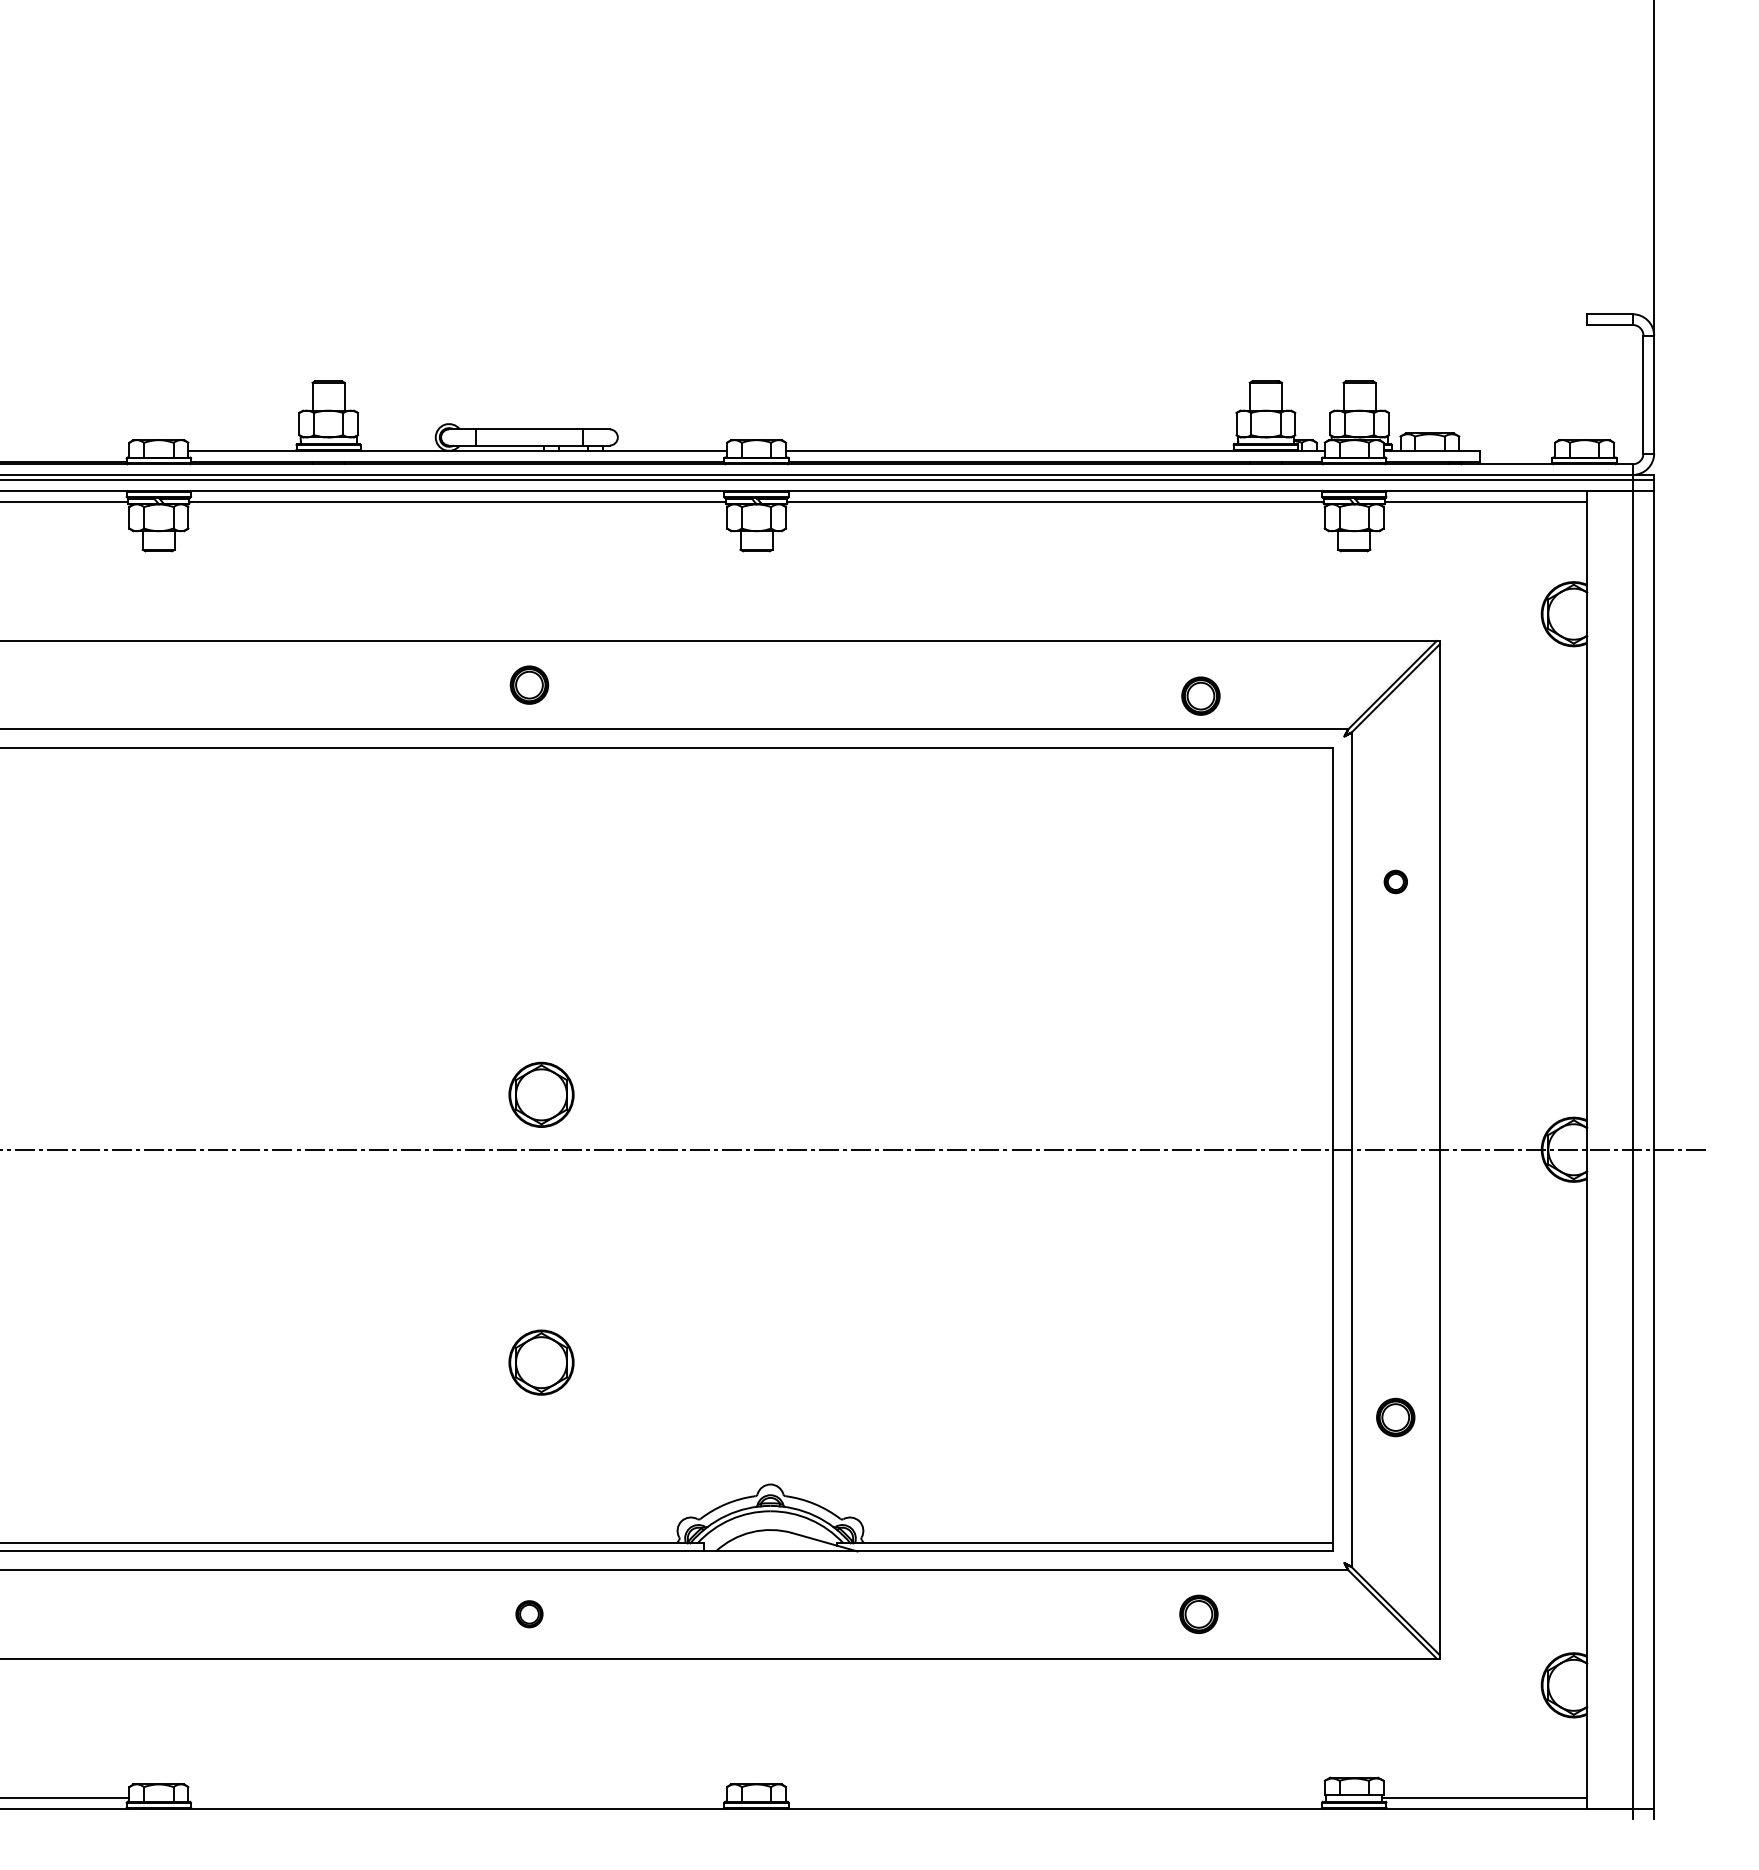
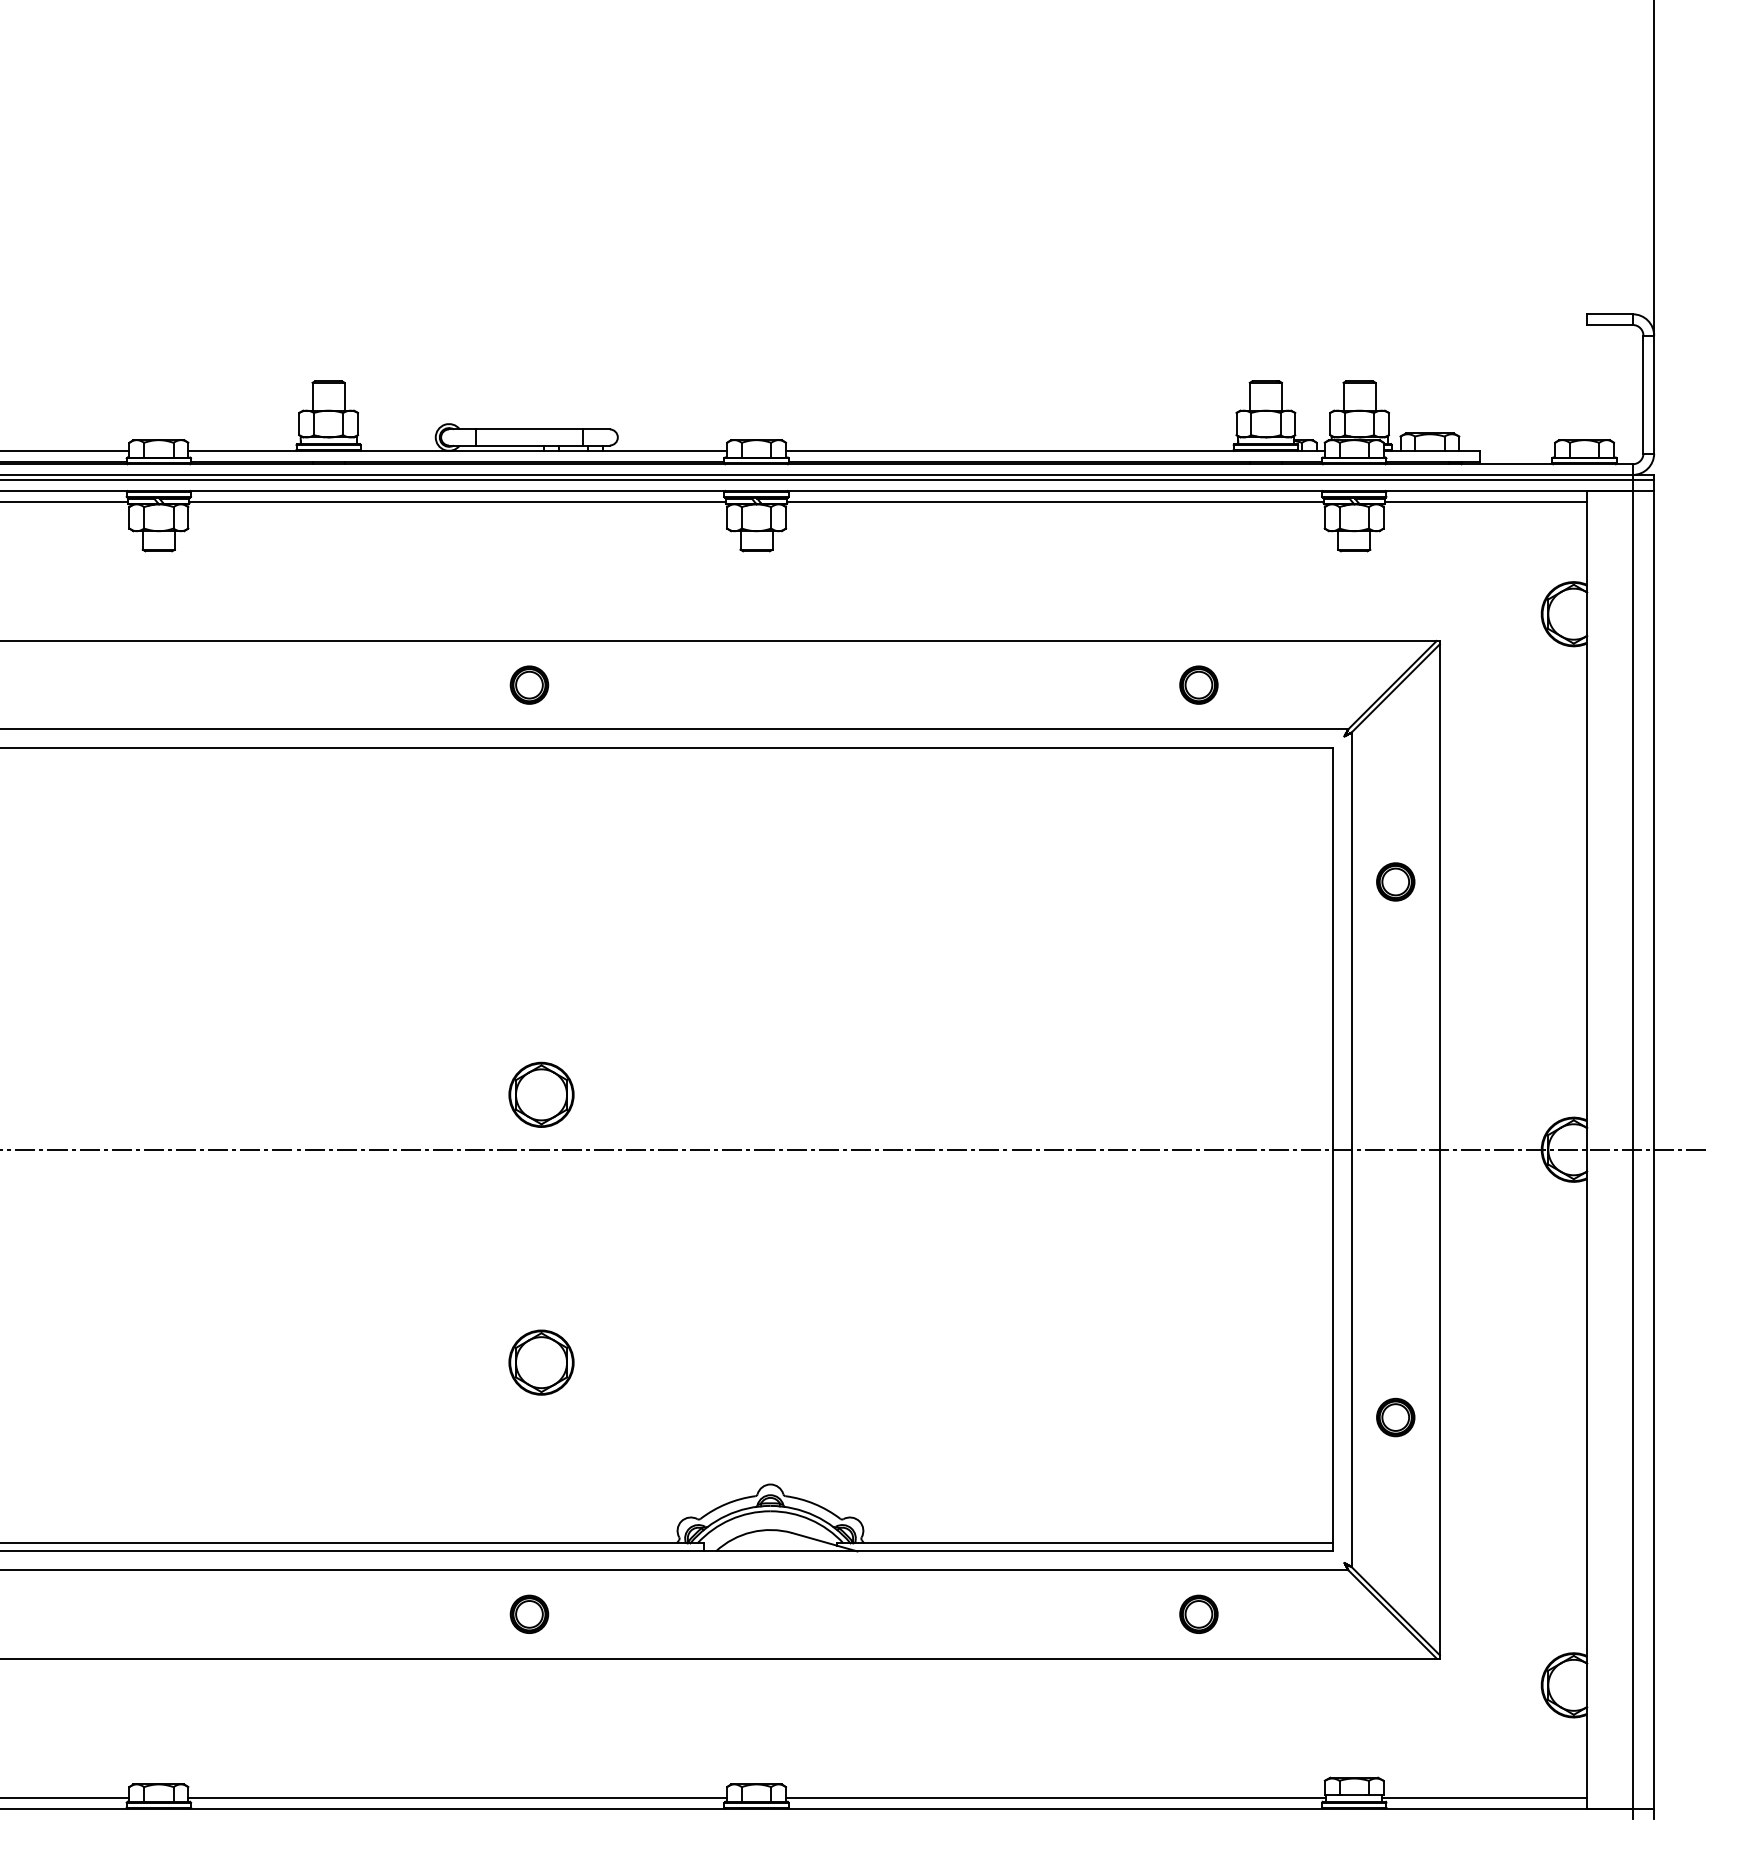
line at (65, 450): none -> present
part at (1200, 695) position: (1200, 695) -> (1198, 684)
part at (1395, 881) size: 25x26 px -> 40x40 px
part at (529, 1614) size: 29x29 px -> 41x40 px
line at (457, 1797): none -> present
line at (1056, 1797): none -> present
